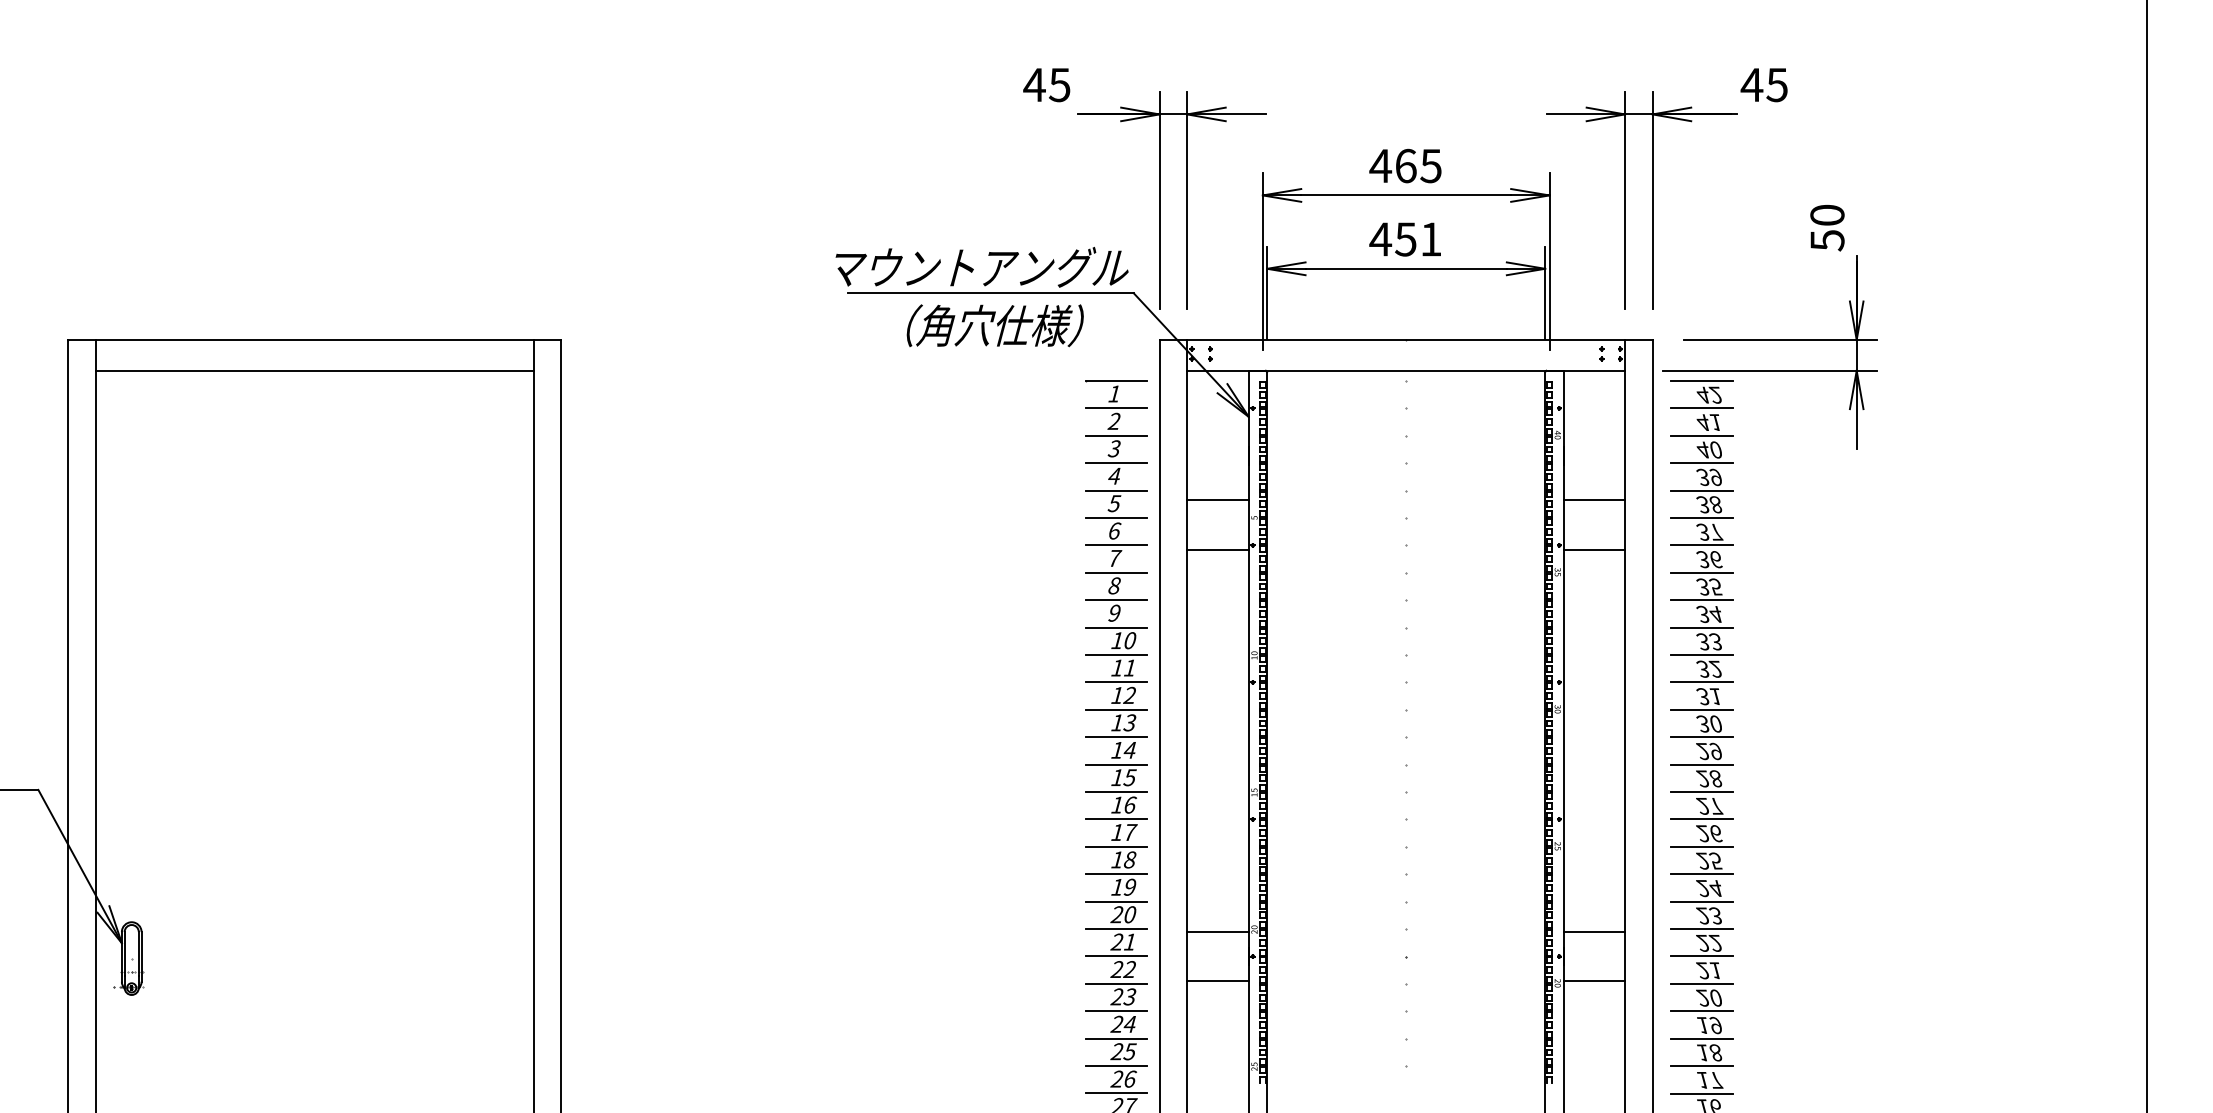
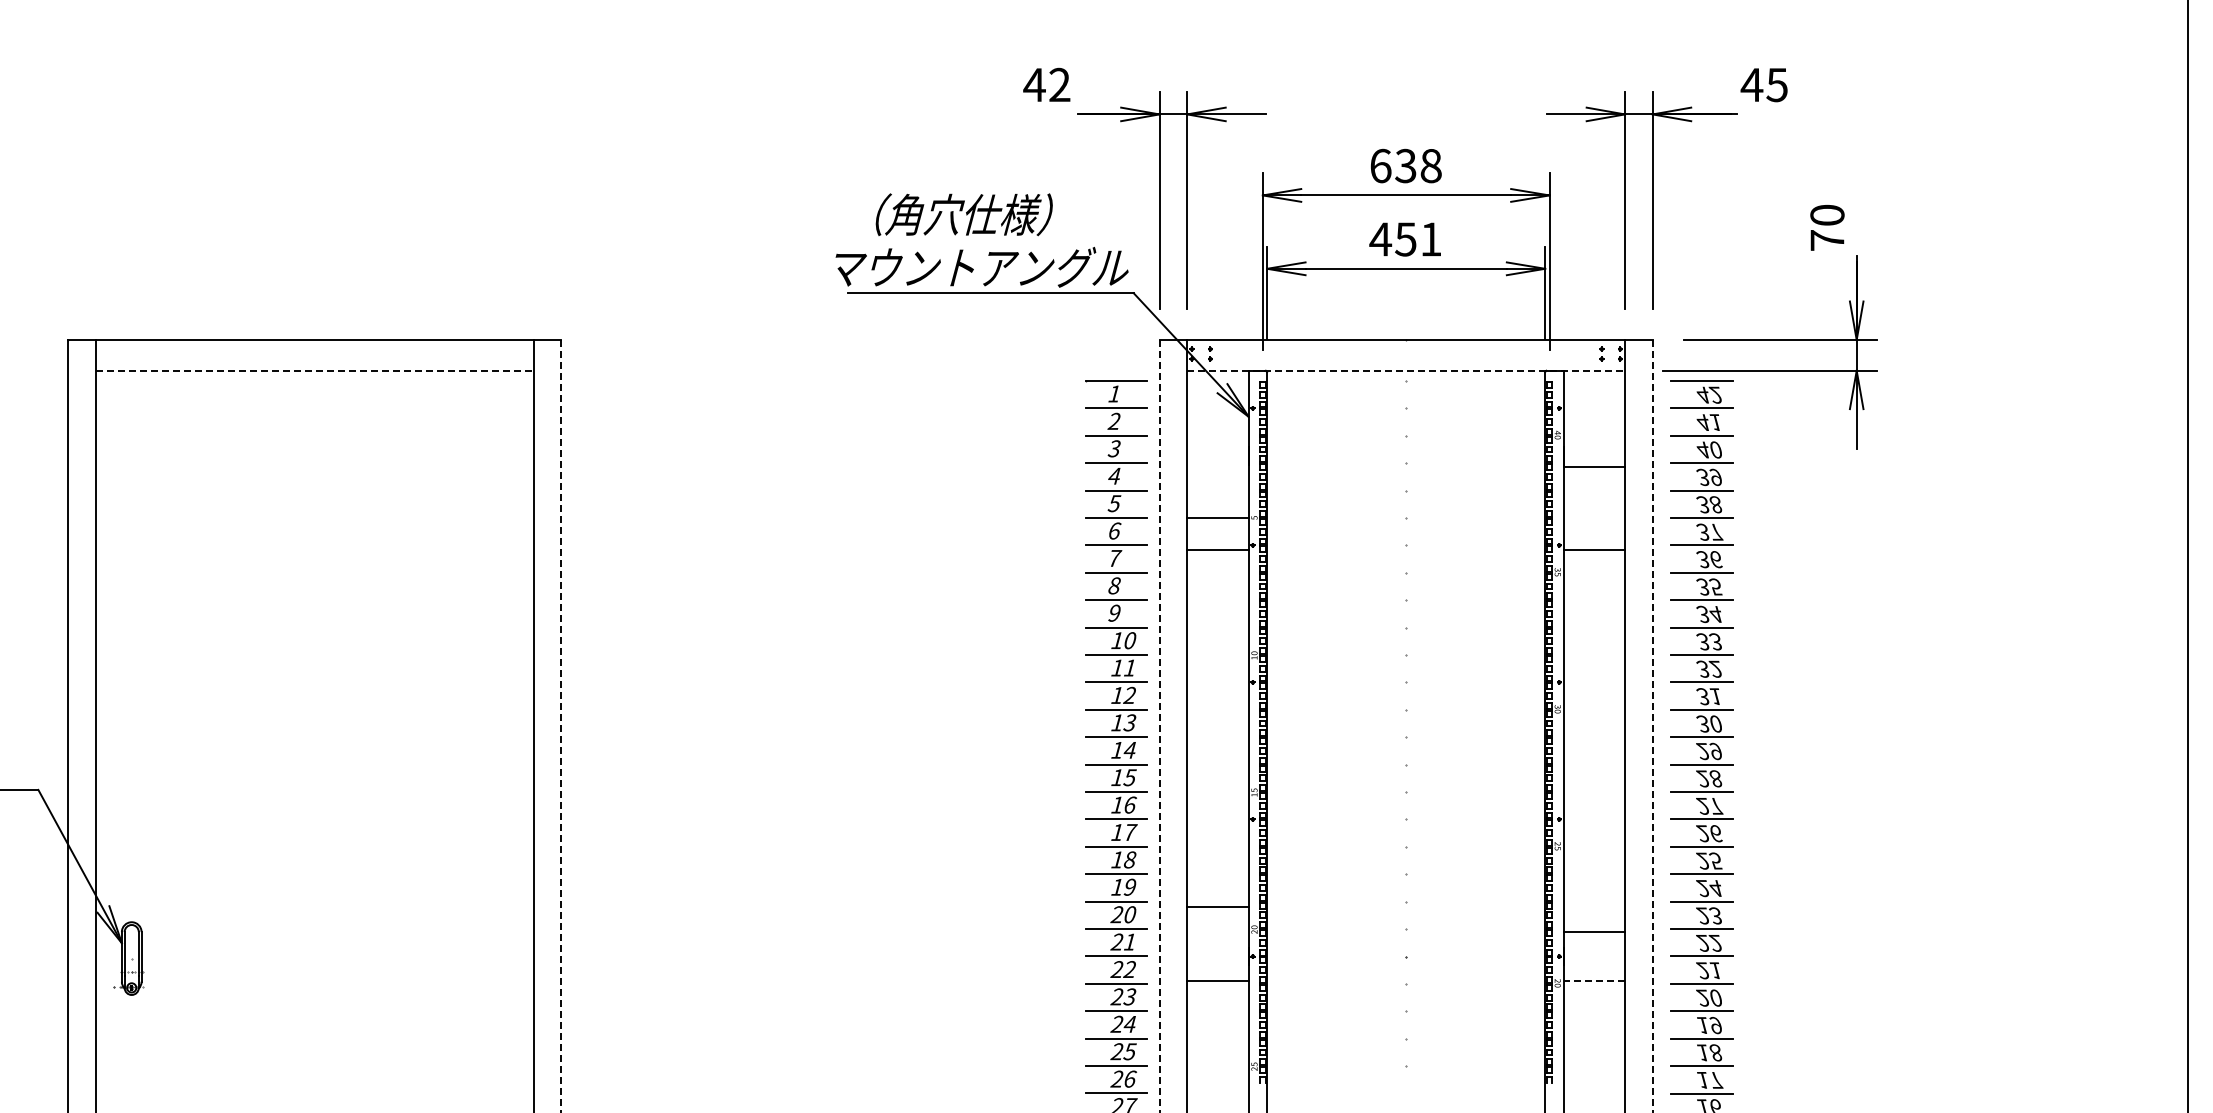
text at (1059, 84): 45 -> 42
text at (1405, 165): 465 -> 638
text at (1827, 240): 50 -> 70
text at (994, 325) position: (994, 325) -> (963, 214)
line at (314, 370): solid -> dashed
line at (1406, 370): solid -> dashed
line at (1217, 500) position: (1217, 500) -> (1217, 518)
line at (1594, 500) position: (1594, 500) -> (1594, 467)
line at (2146, 555) position: (2146, 555) -> (2187, 555)
line at (561, 726): solid -> dashed
line at (1159, 726): solid -> dashed
line at (1652, 726): solid -> dashed
line at (1217, 931) position: (1217, 931) -> (1217, 906)
line at (1594, 981): solid -> dashed
